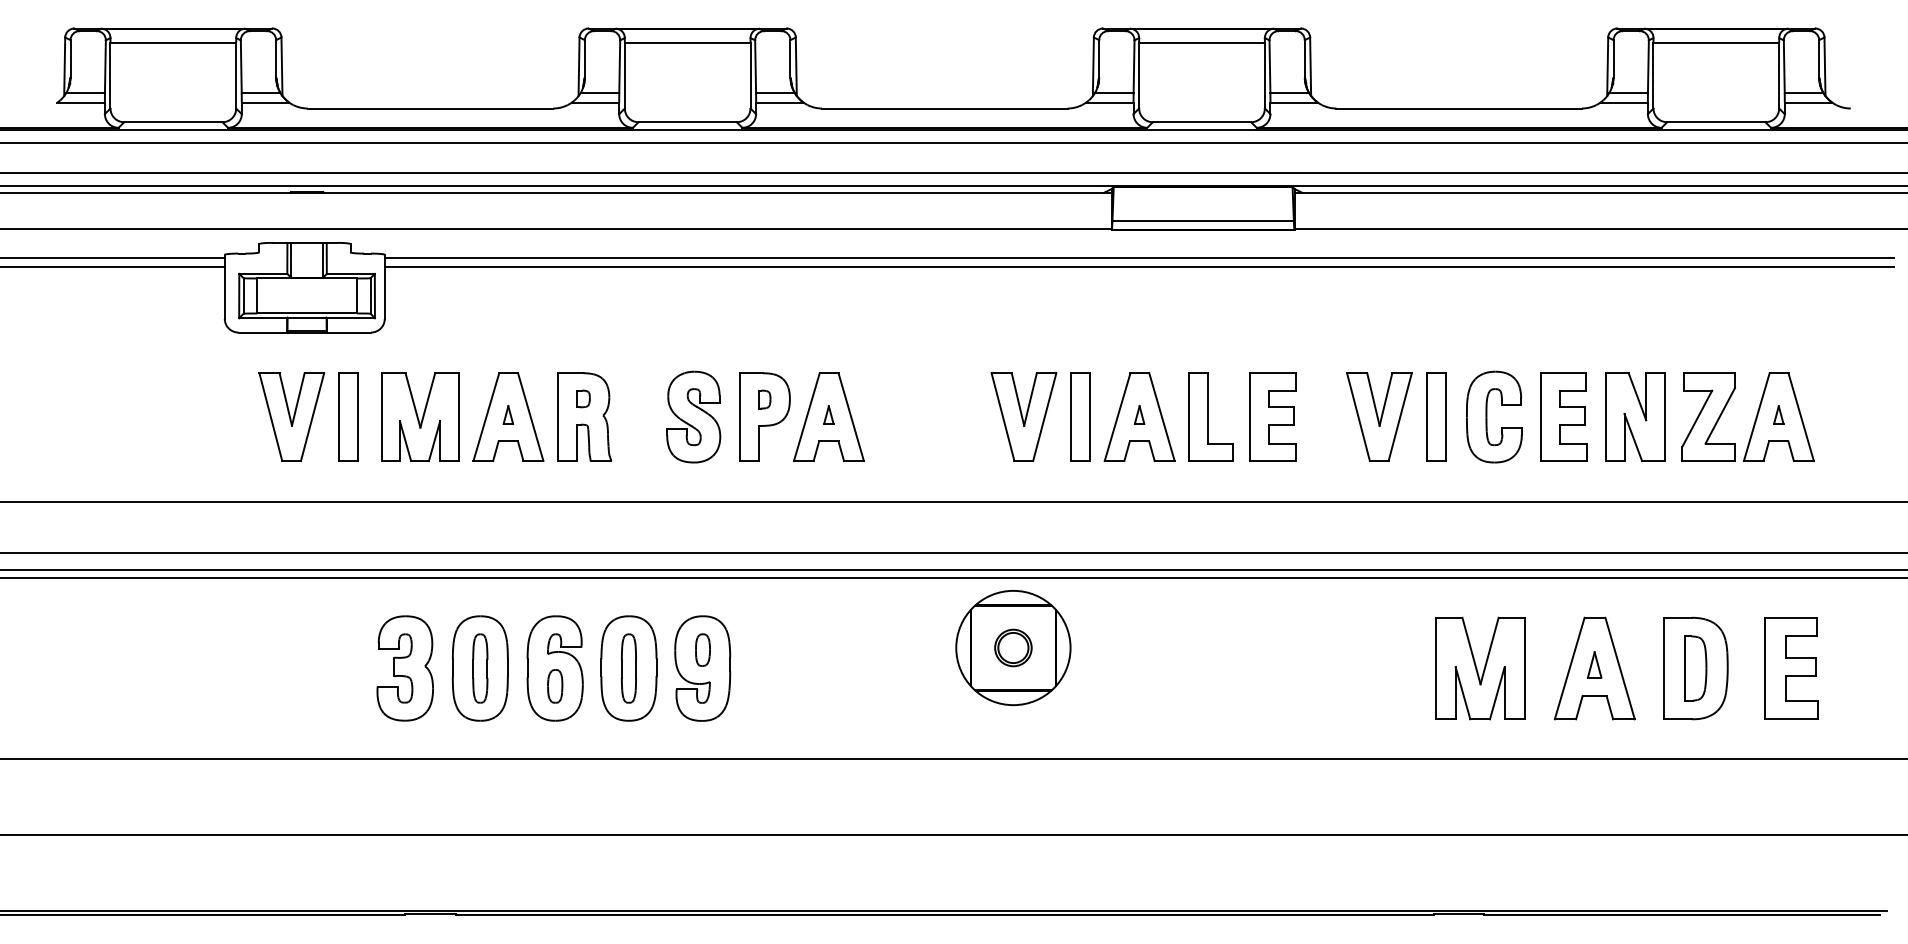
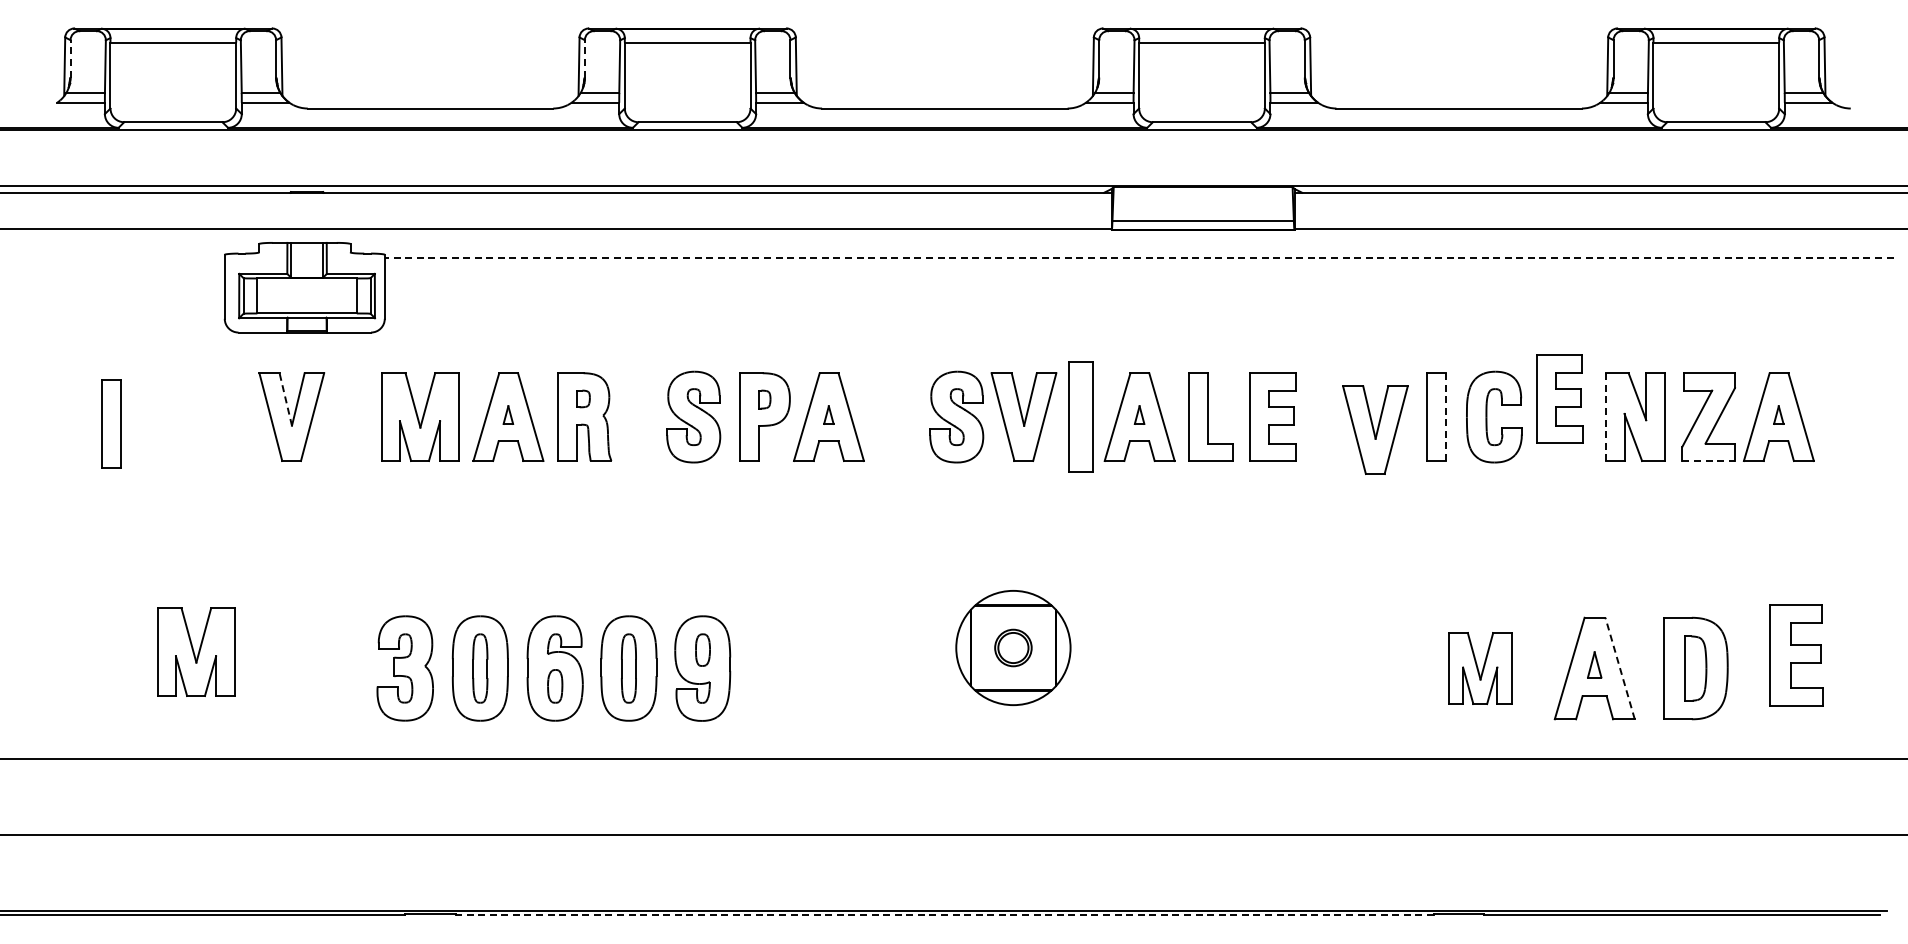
line at (70, 58): solid -> dashed
line at (584, 58): solid -> dashed
line at (953, 143): present -> none
line at (953, 172): present -> none
line at (113, 257): present -> none
line at (1138, 257): solid -> dashed
line at (113, 266): present -> none
line at (1138, 266): present -> none
line at (285, 399): solid -> dashed
part at (348, 416) position: (348, 416) -> (111, 423)
part at (956, 416): none -> present
part at (1080, 416) size: 21x90 px -> 26x112 px
part at (1379, 416) position: (1379, 416) -> (1375, 429)
part at (1563, 416) position: (1563, 416) -> (1559, 398)
line at (1445, 417): solid -> dashed
line at (1605, 417): solid -> dashed
line at (1709, 461): solid -> dashed
line at (953, 501): present -> none
line at (953, 553): present -> none
line at (953, 570): present -> none
line at (953, 578): present -> none
part at (196, 651): none -> present
part at (1480, 668) size: 91x105 px -> 65x73 px
line at (1620, 668): solid -> dashed
part at (1791, 668) position: (1791, 668) -> (1796, 655)
line at (944, 915): solid -> dashed
